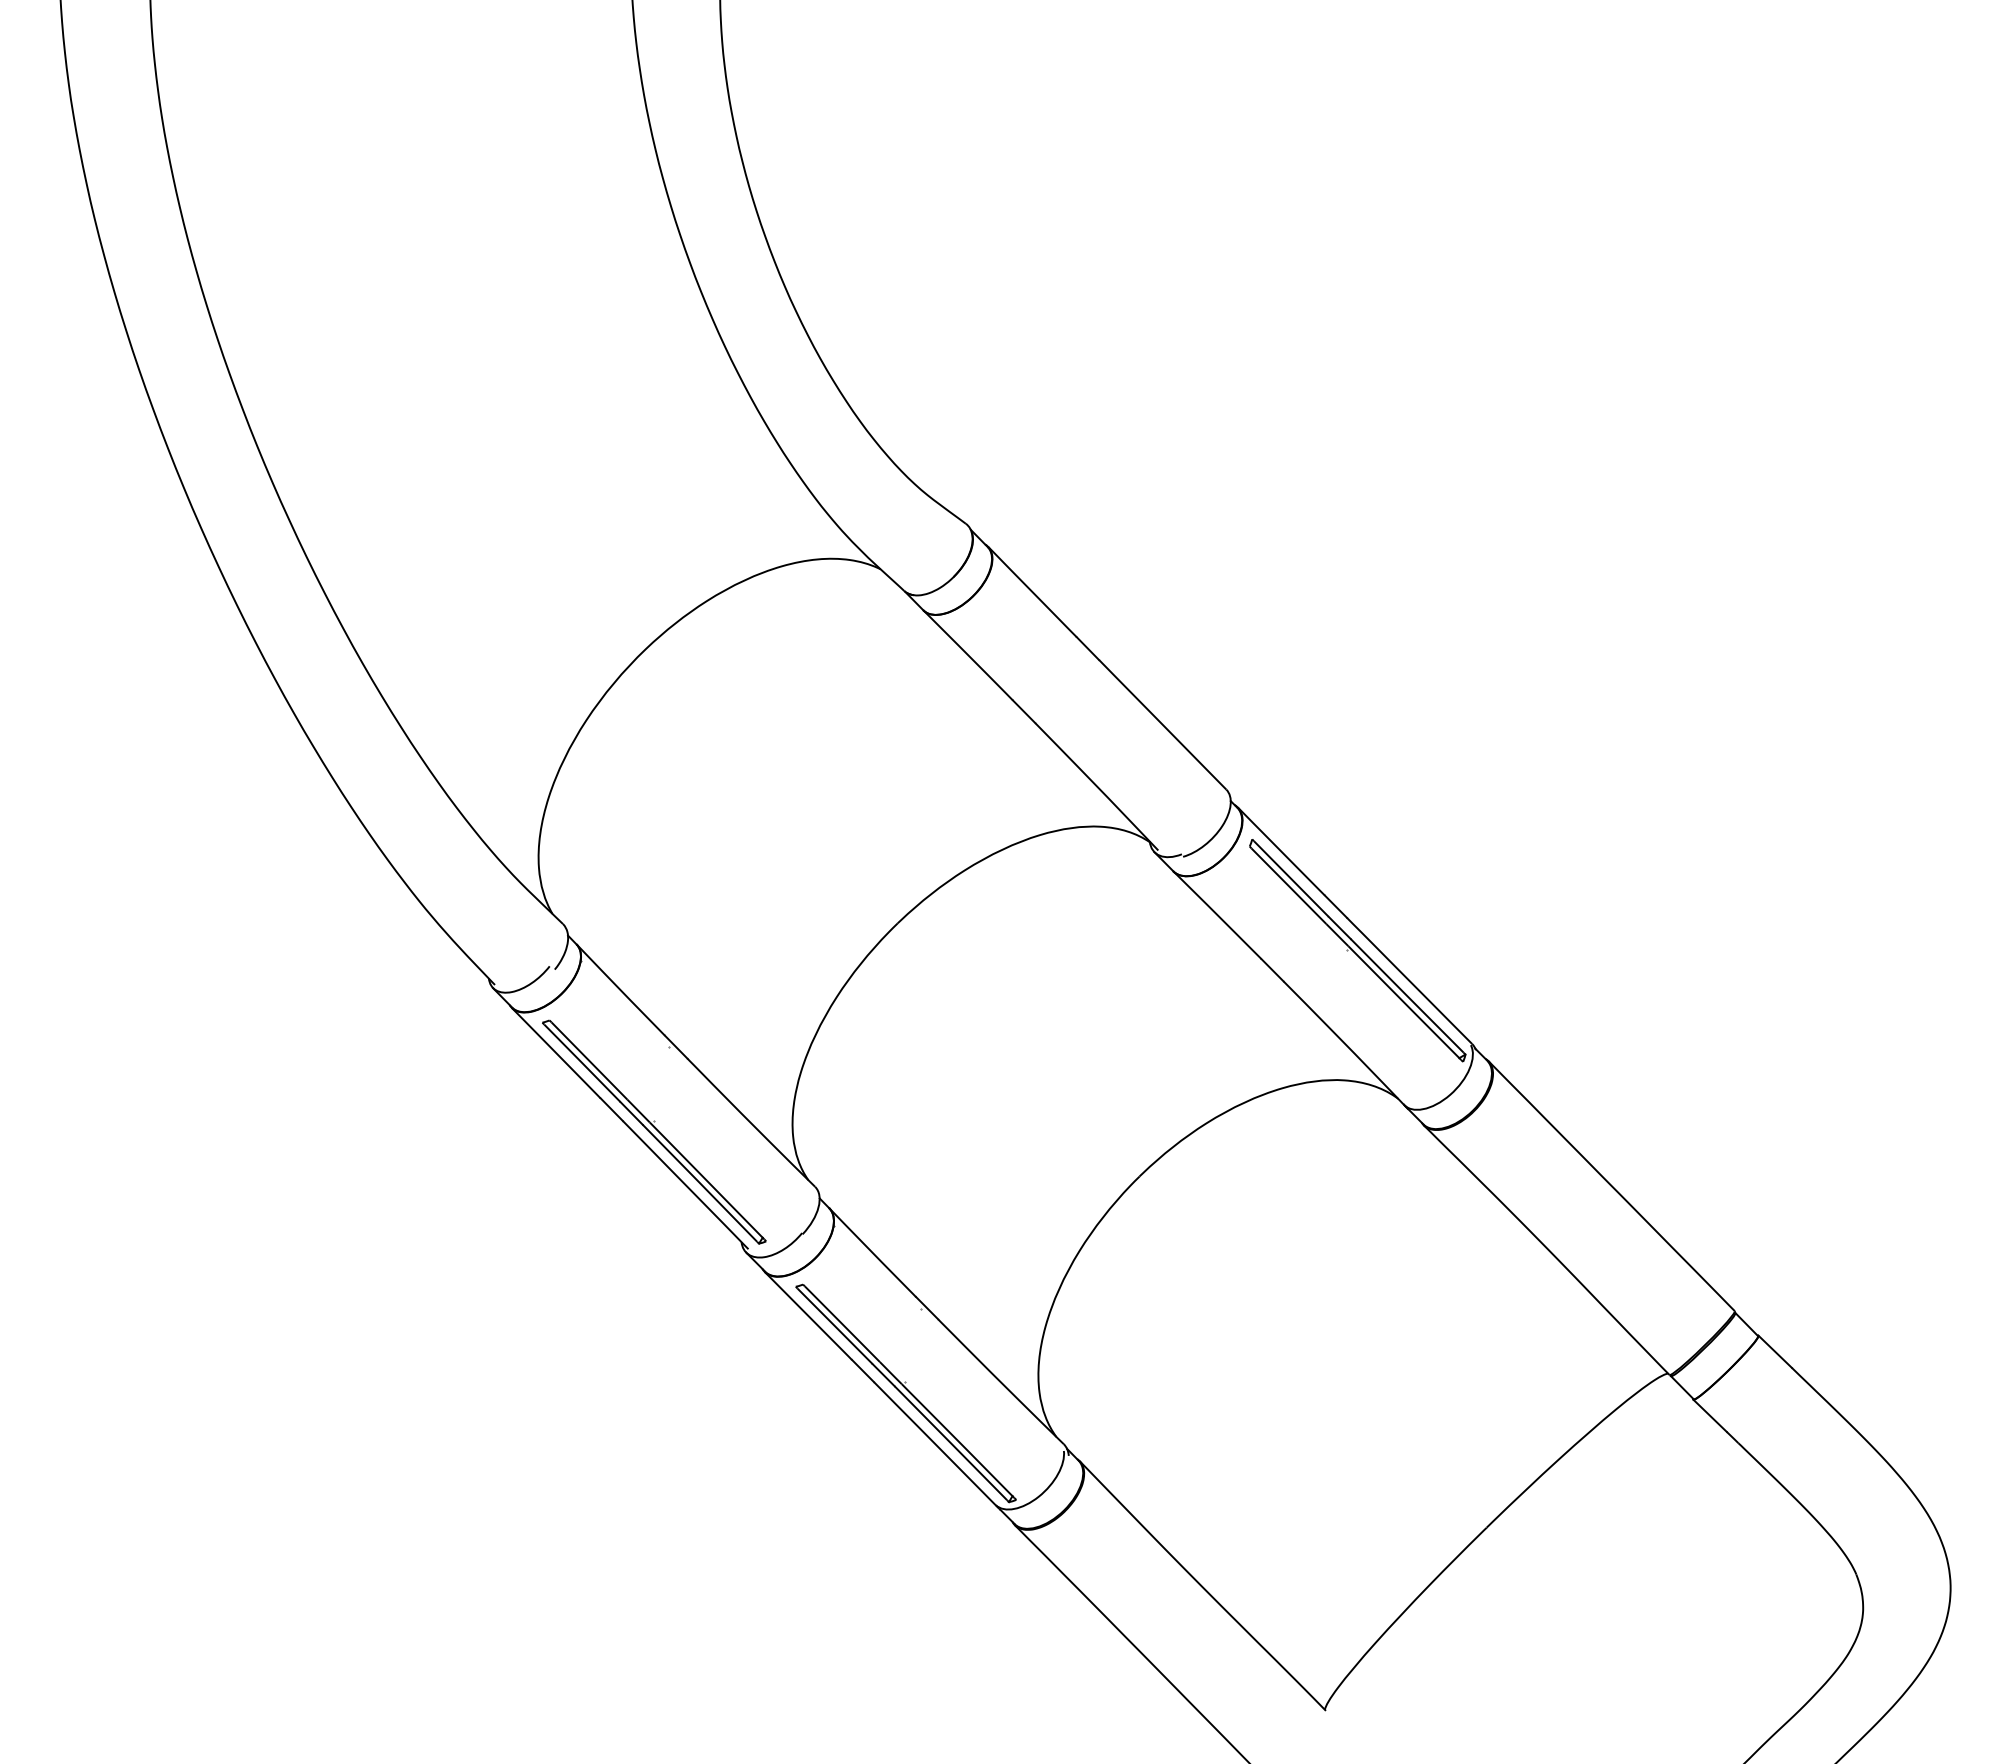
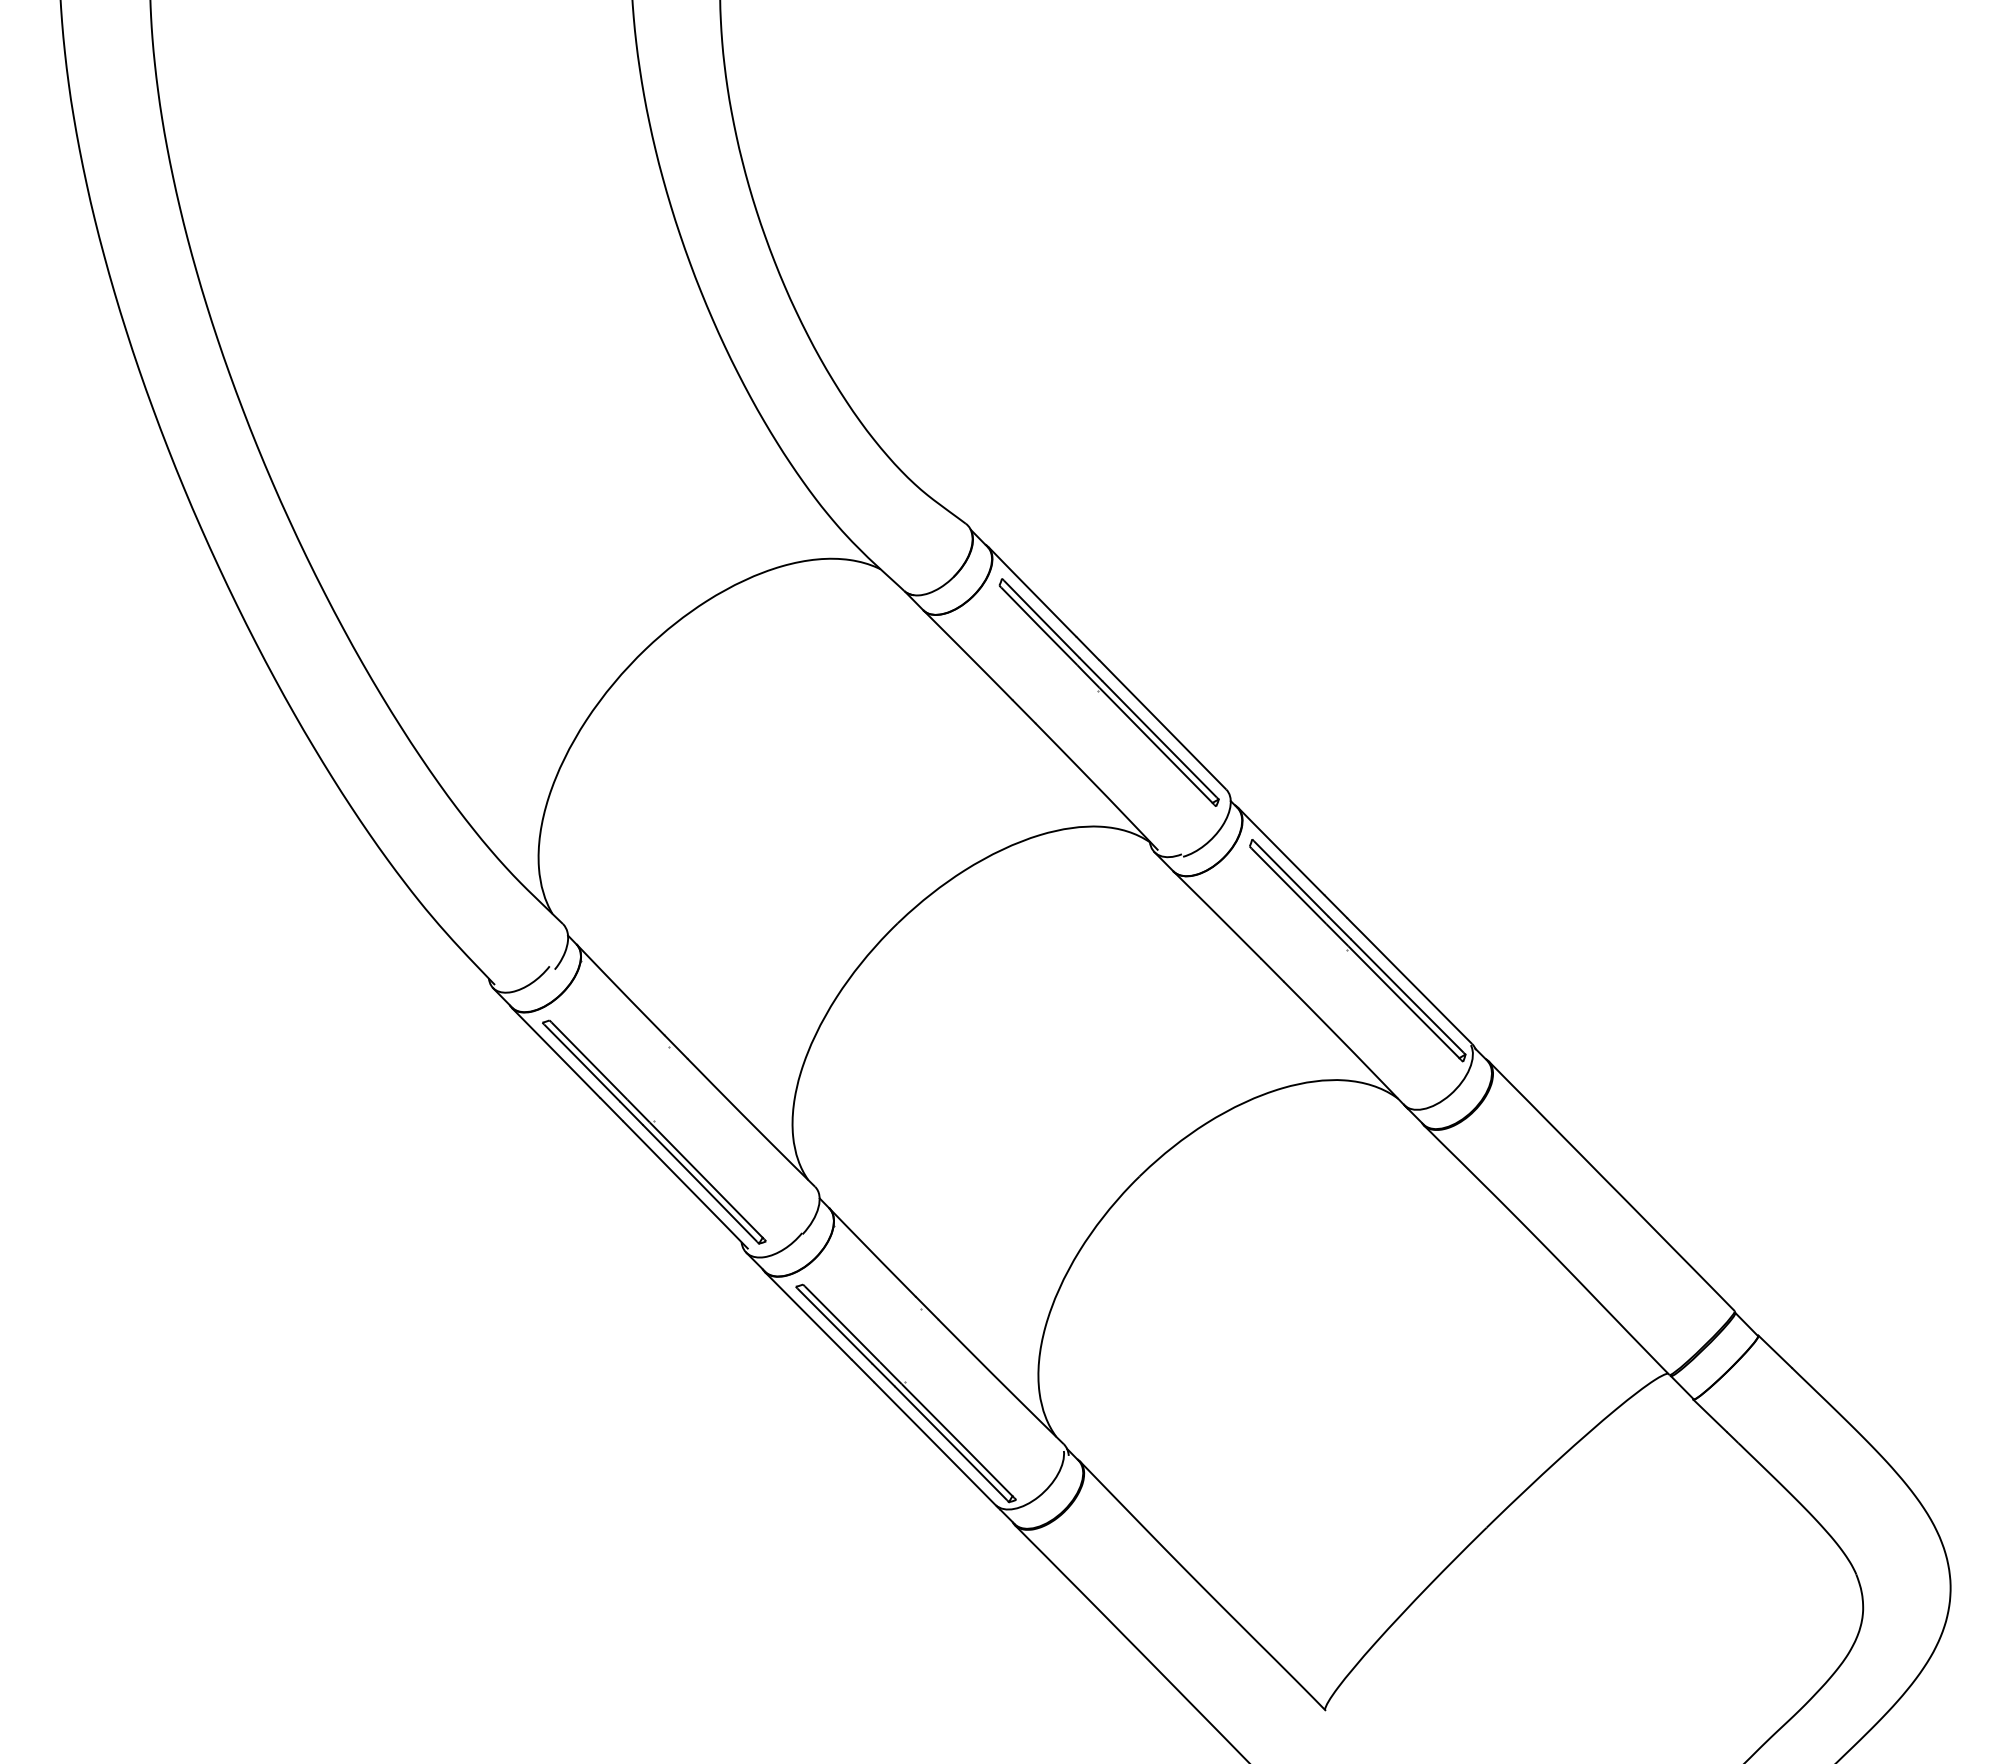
part at (1108, 692): none -> present
